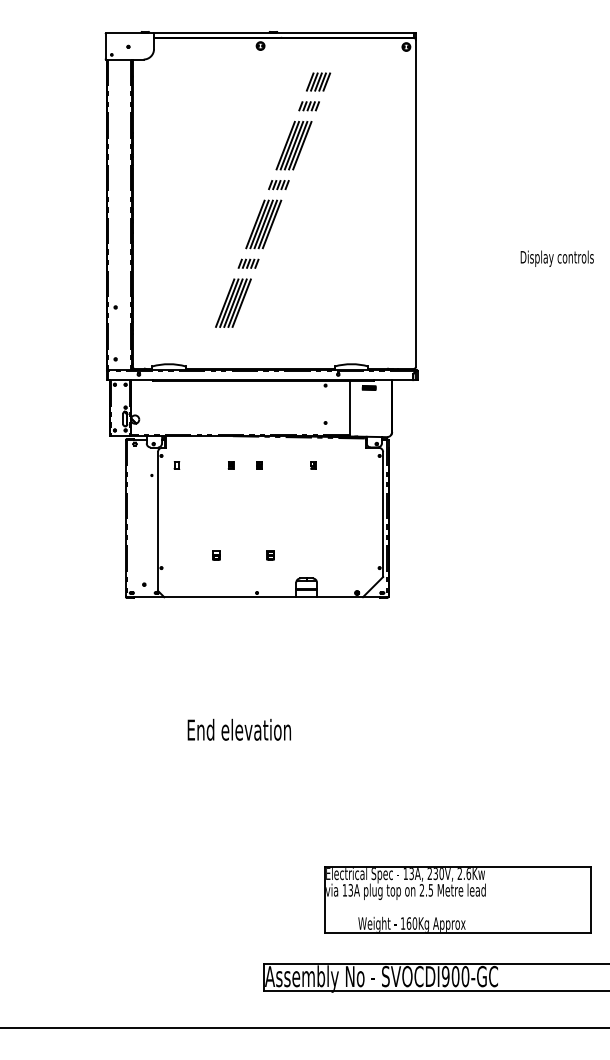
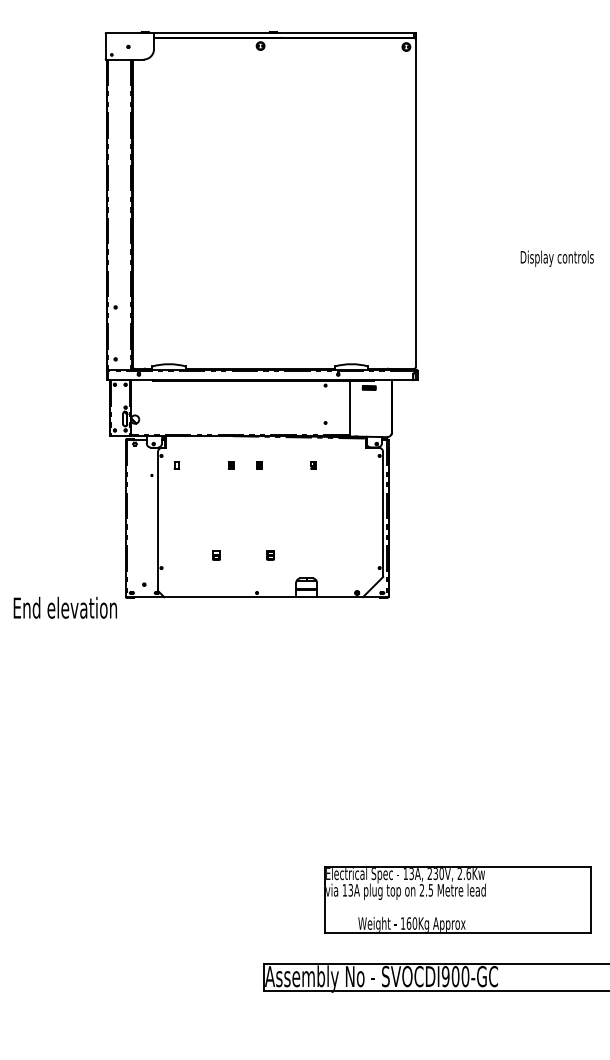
part at (273, 199): present -> none
text at (238, 729) position: (238, 729) -> (64, 607)
line at (304, 1028): present -> none
